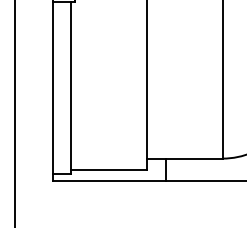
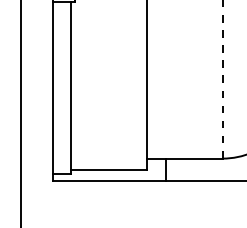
line at (222, 79): solid -> dashed
line at (14, 113) position: (14, 113) -> (20, 113)
